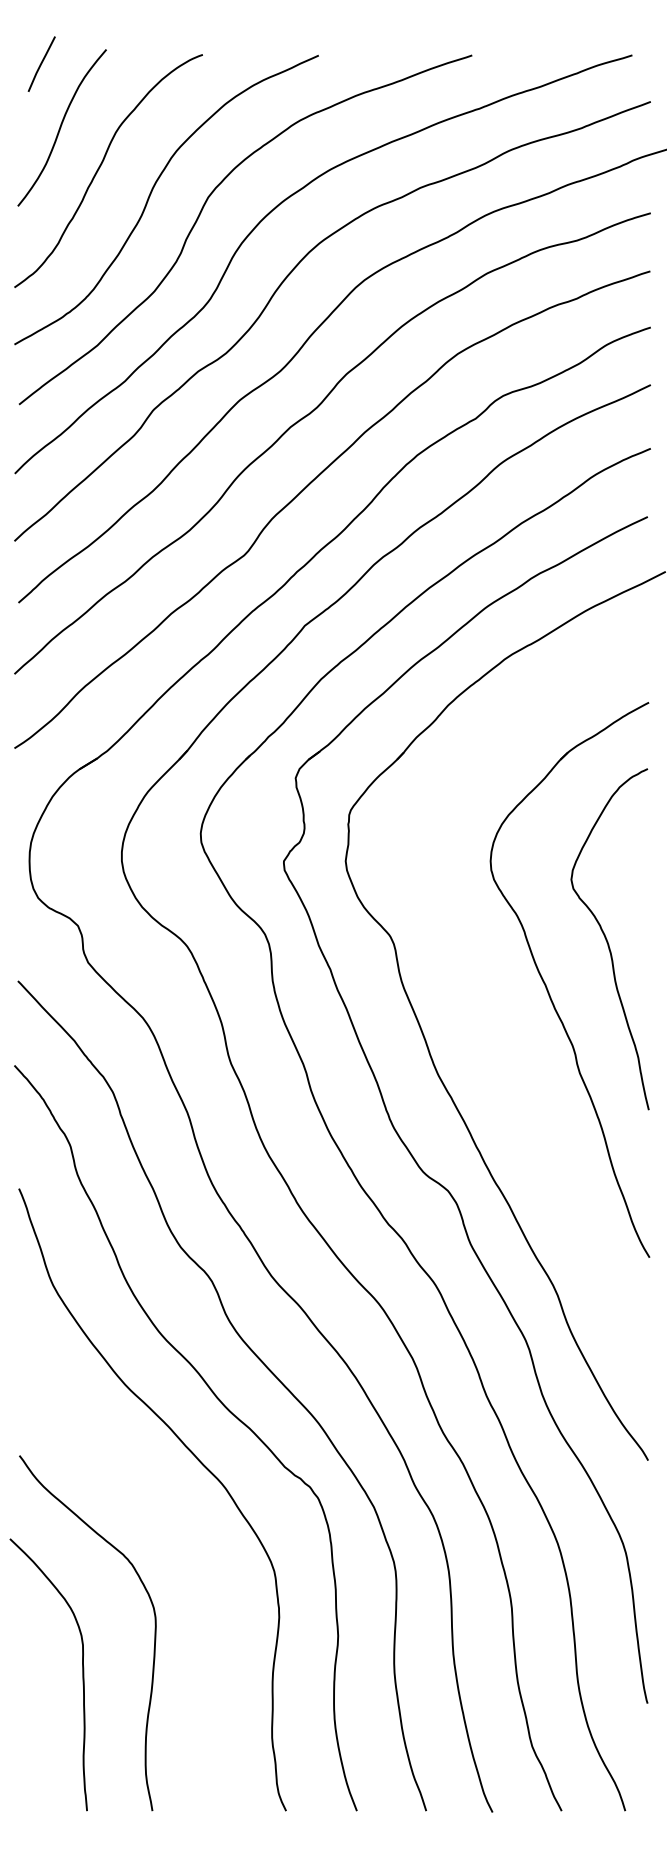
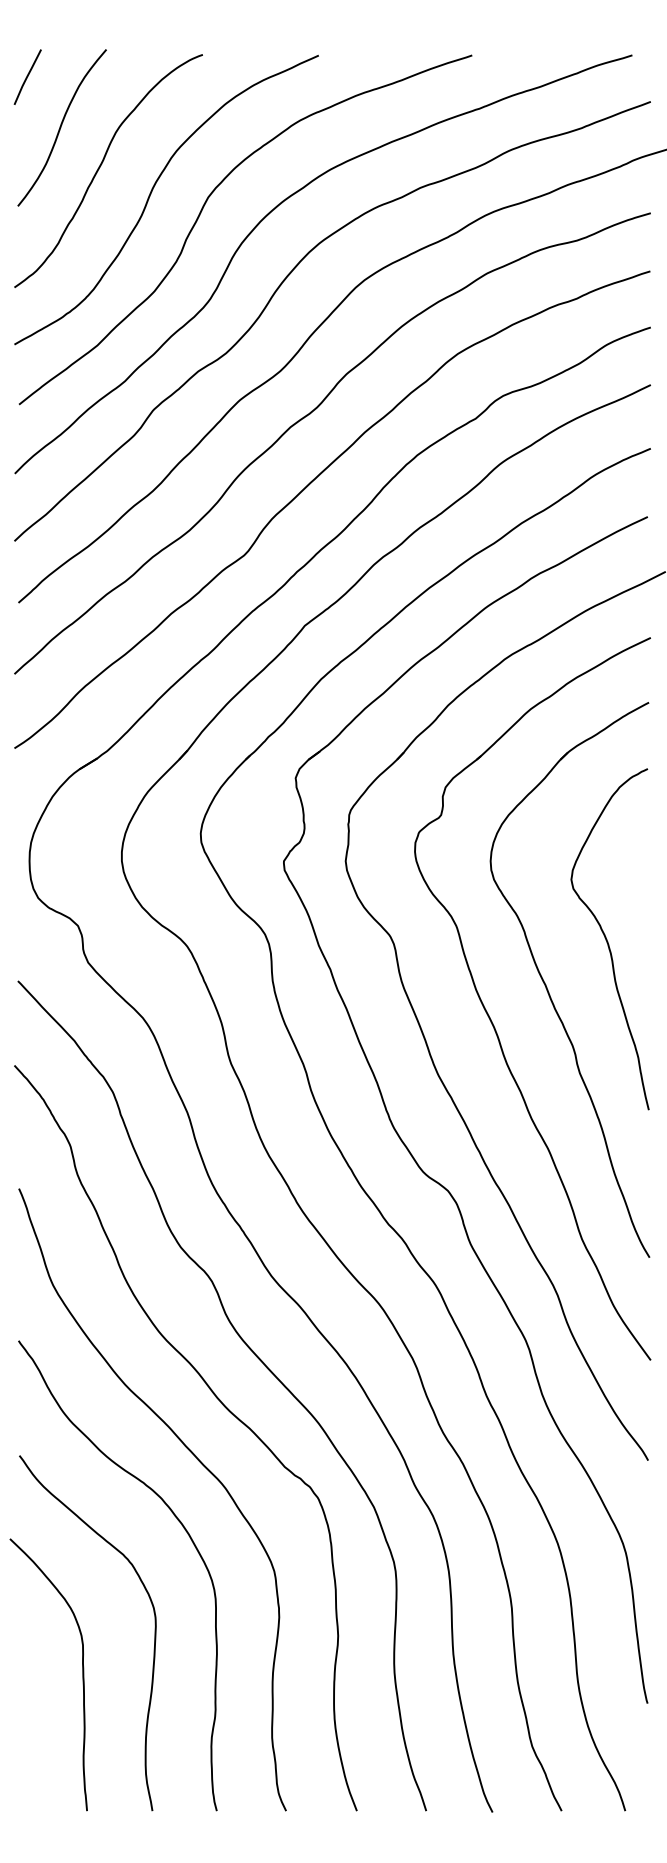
curve at (41, 63) position: (41, 63) -> (27, 76)
part at (491, 1019): none -> present
curve at (185, 1531): none -> present
